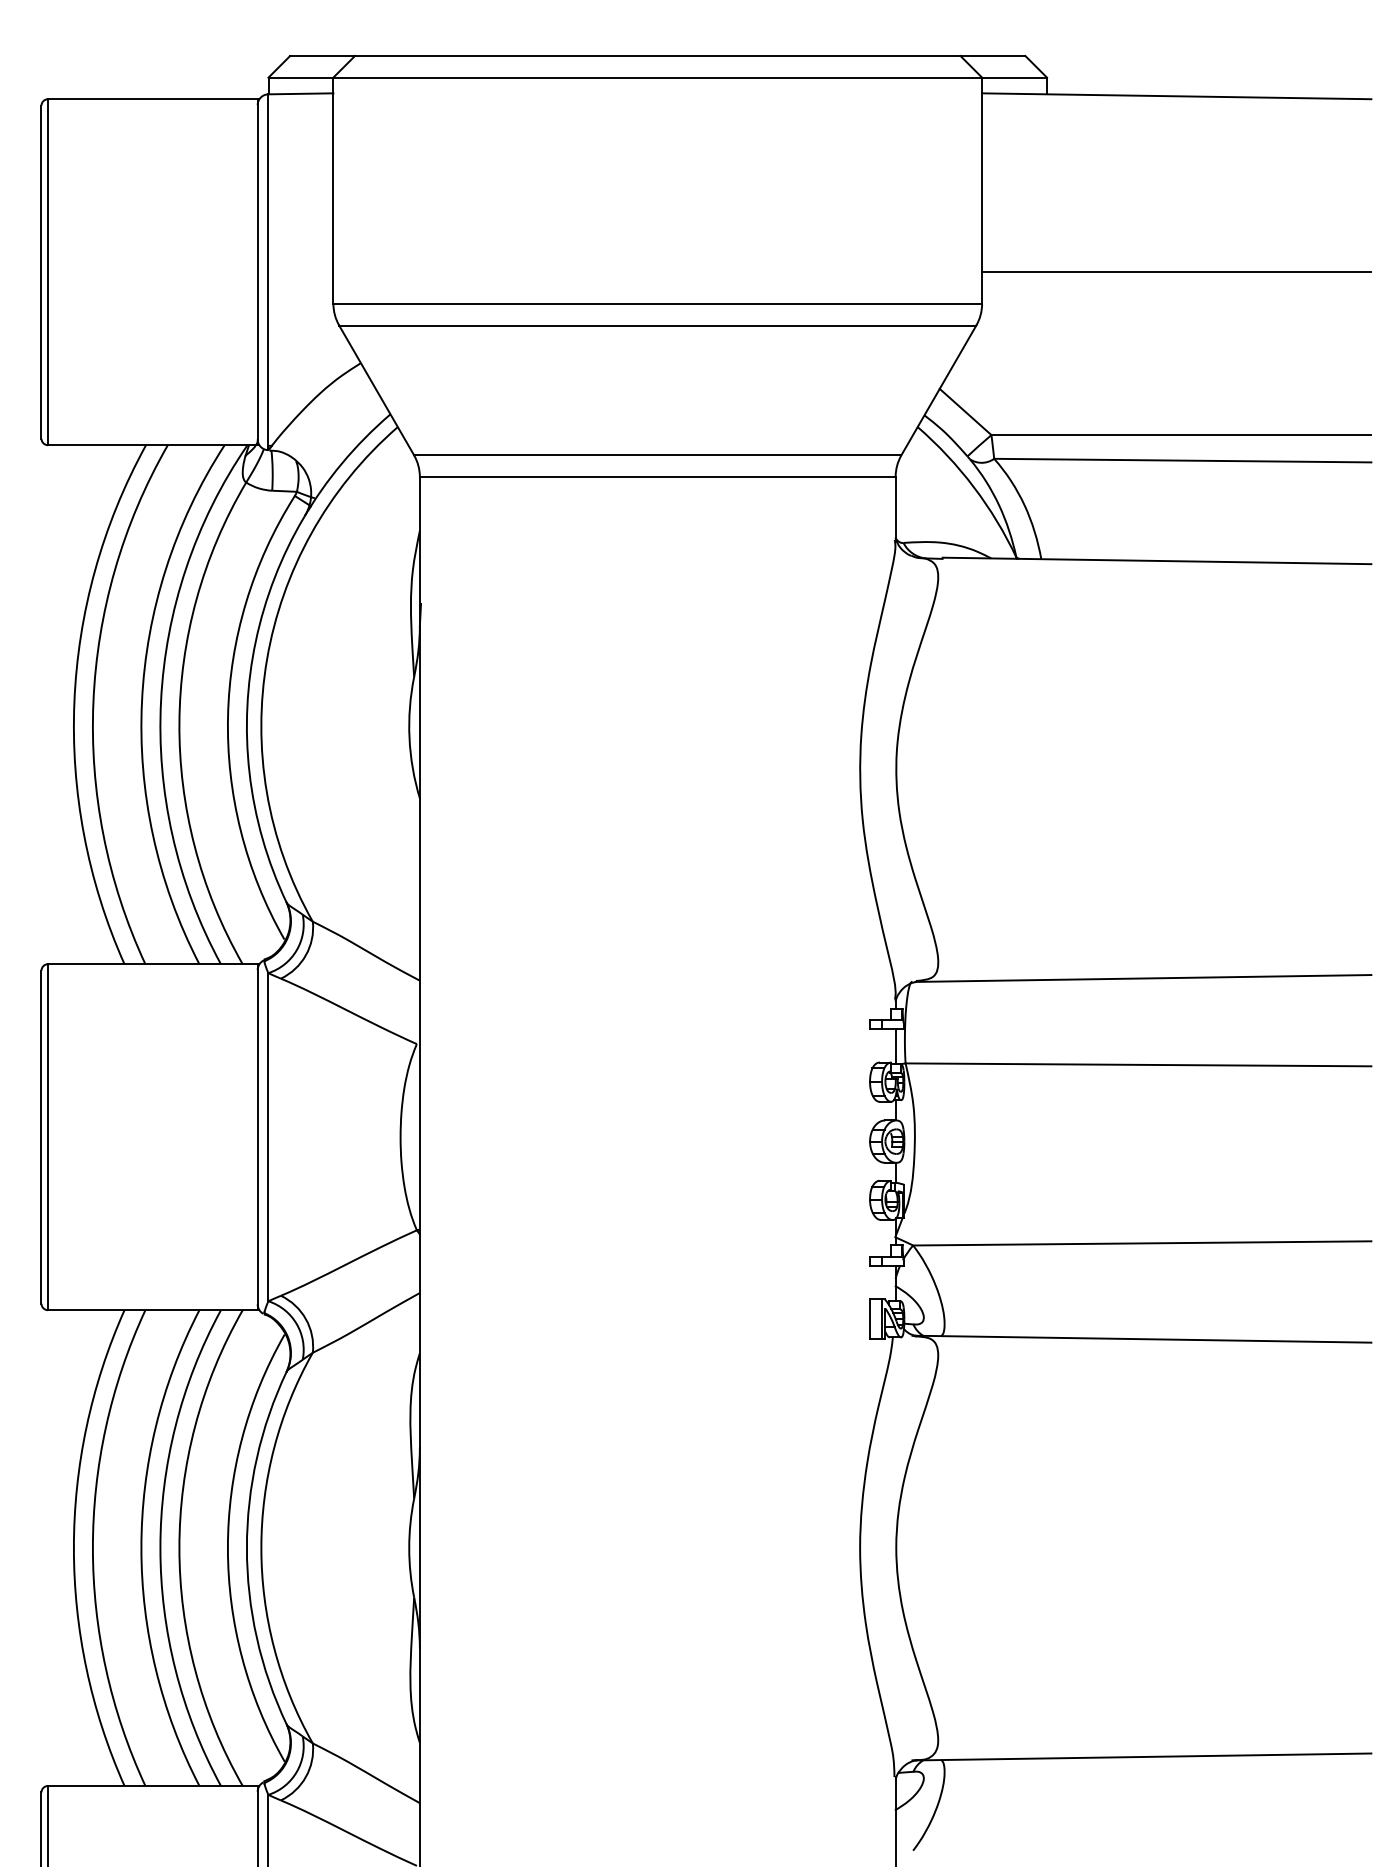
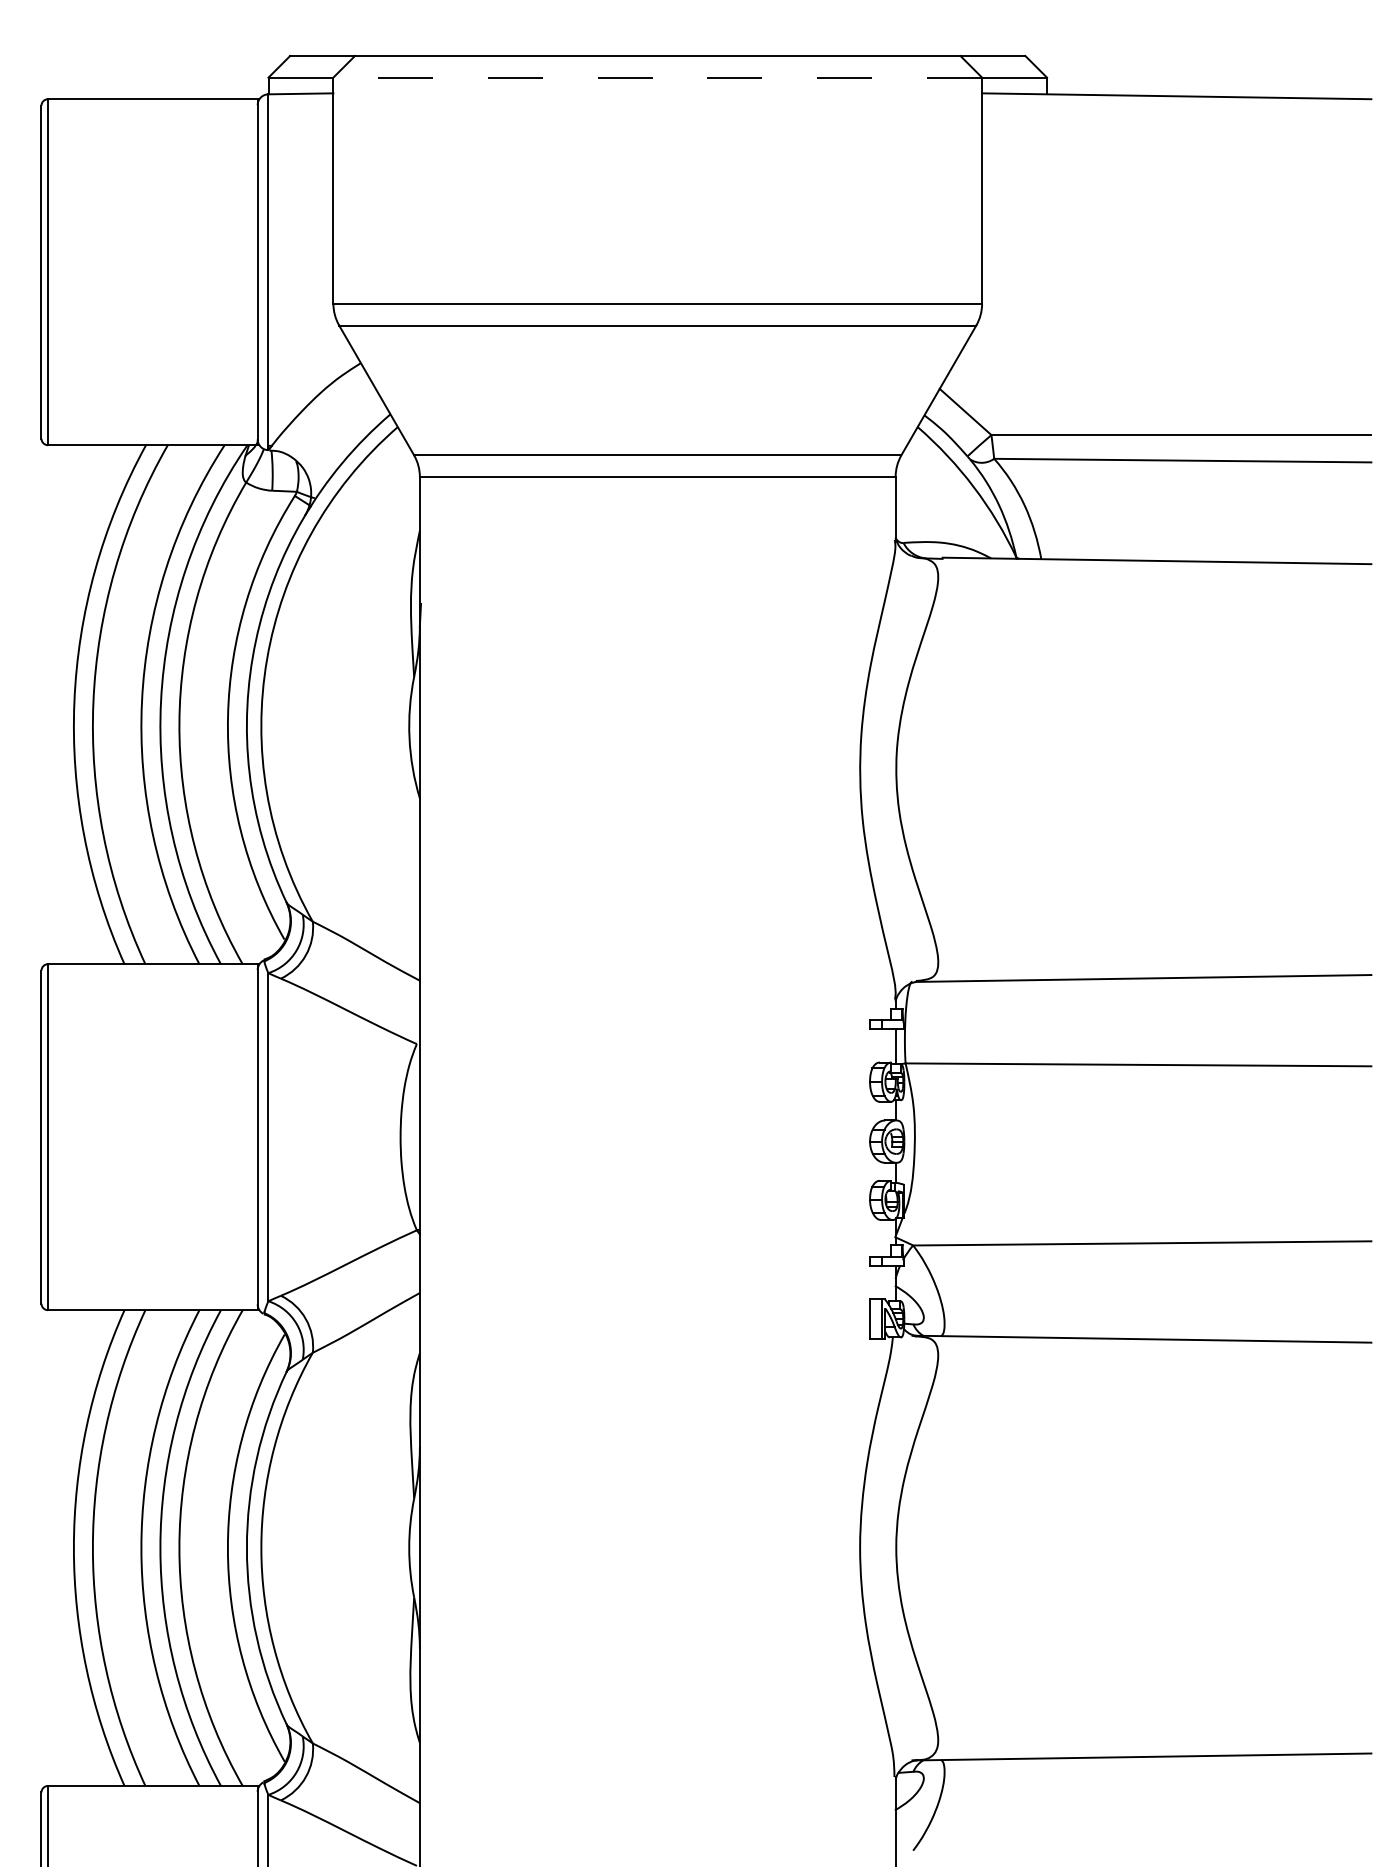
line at (657, 77): solid -> dashed
line at (1176, 272): present -> none
